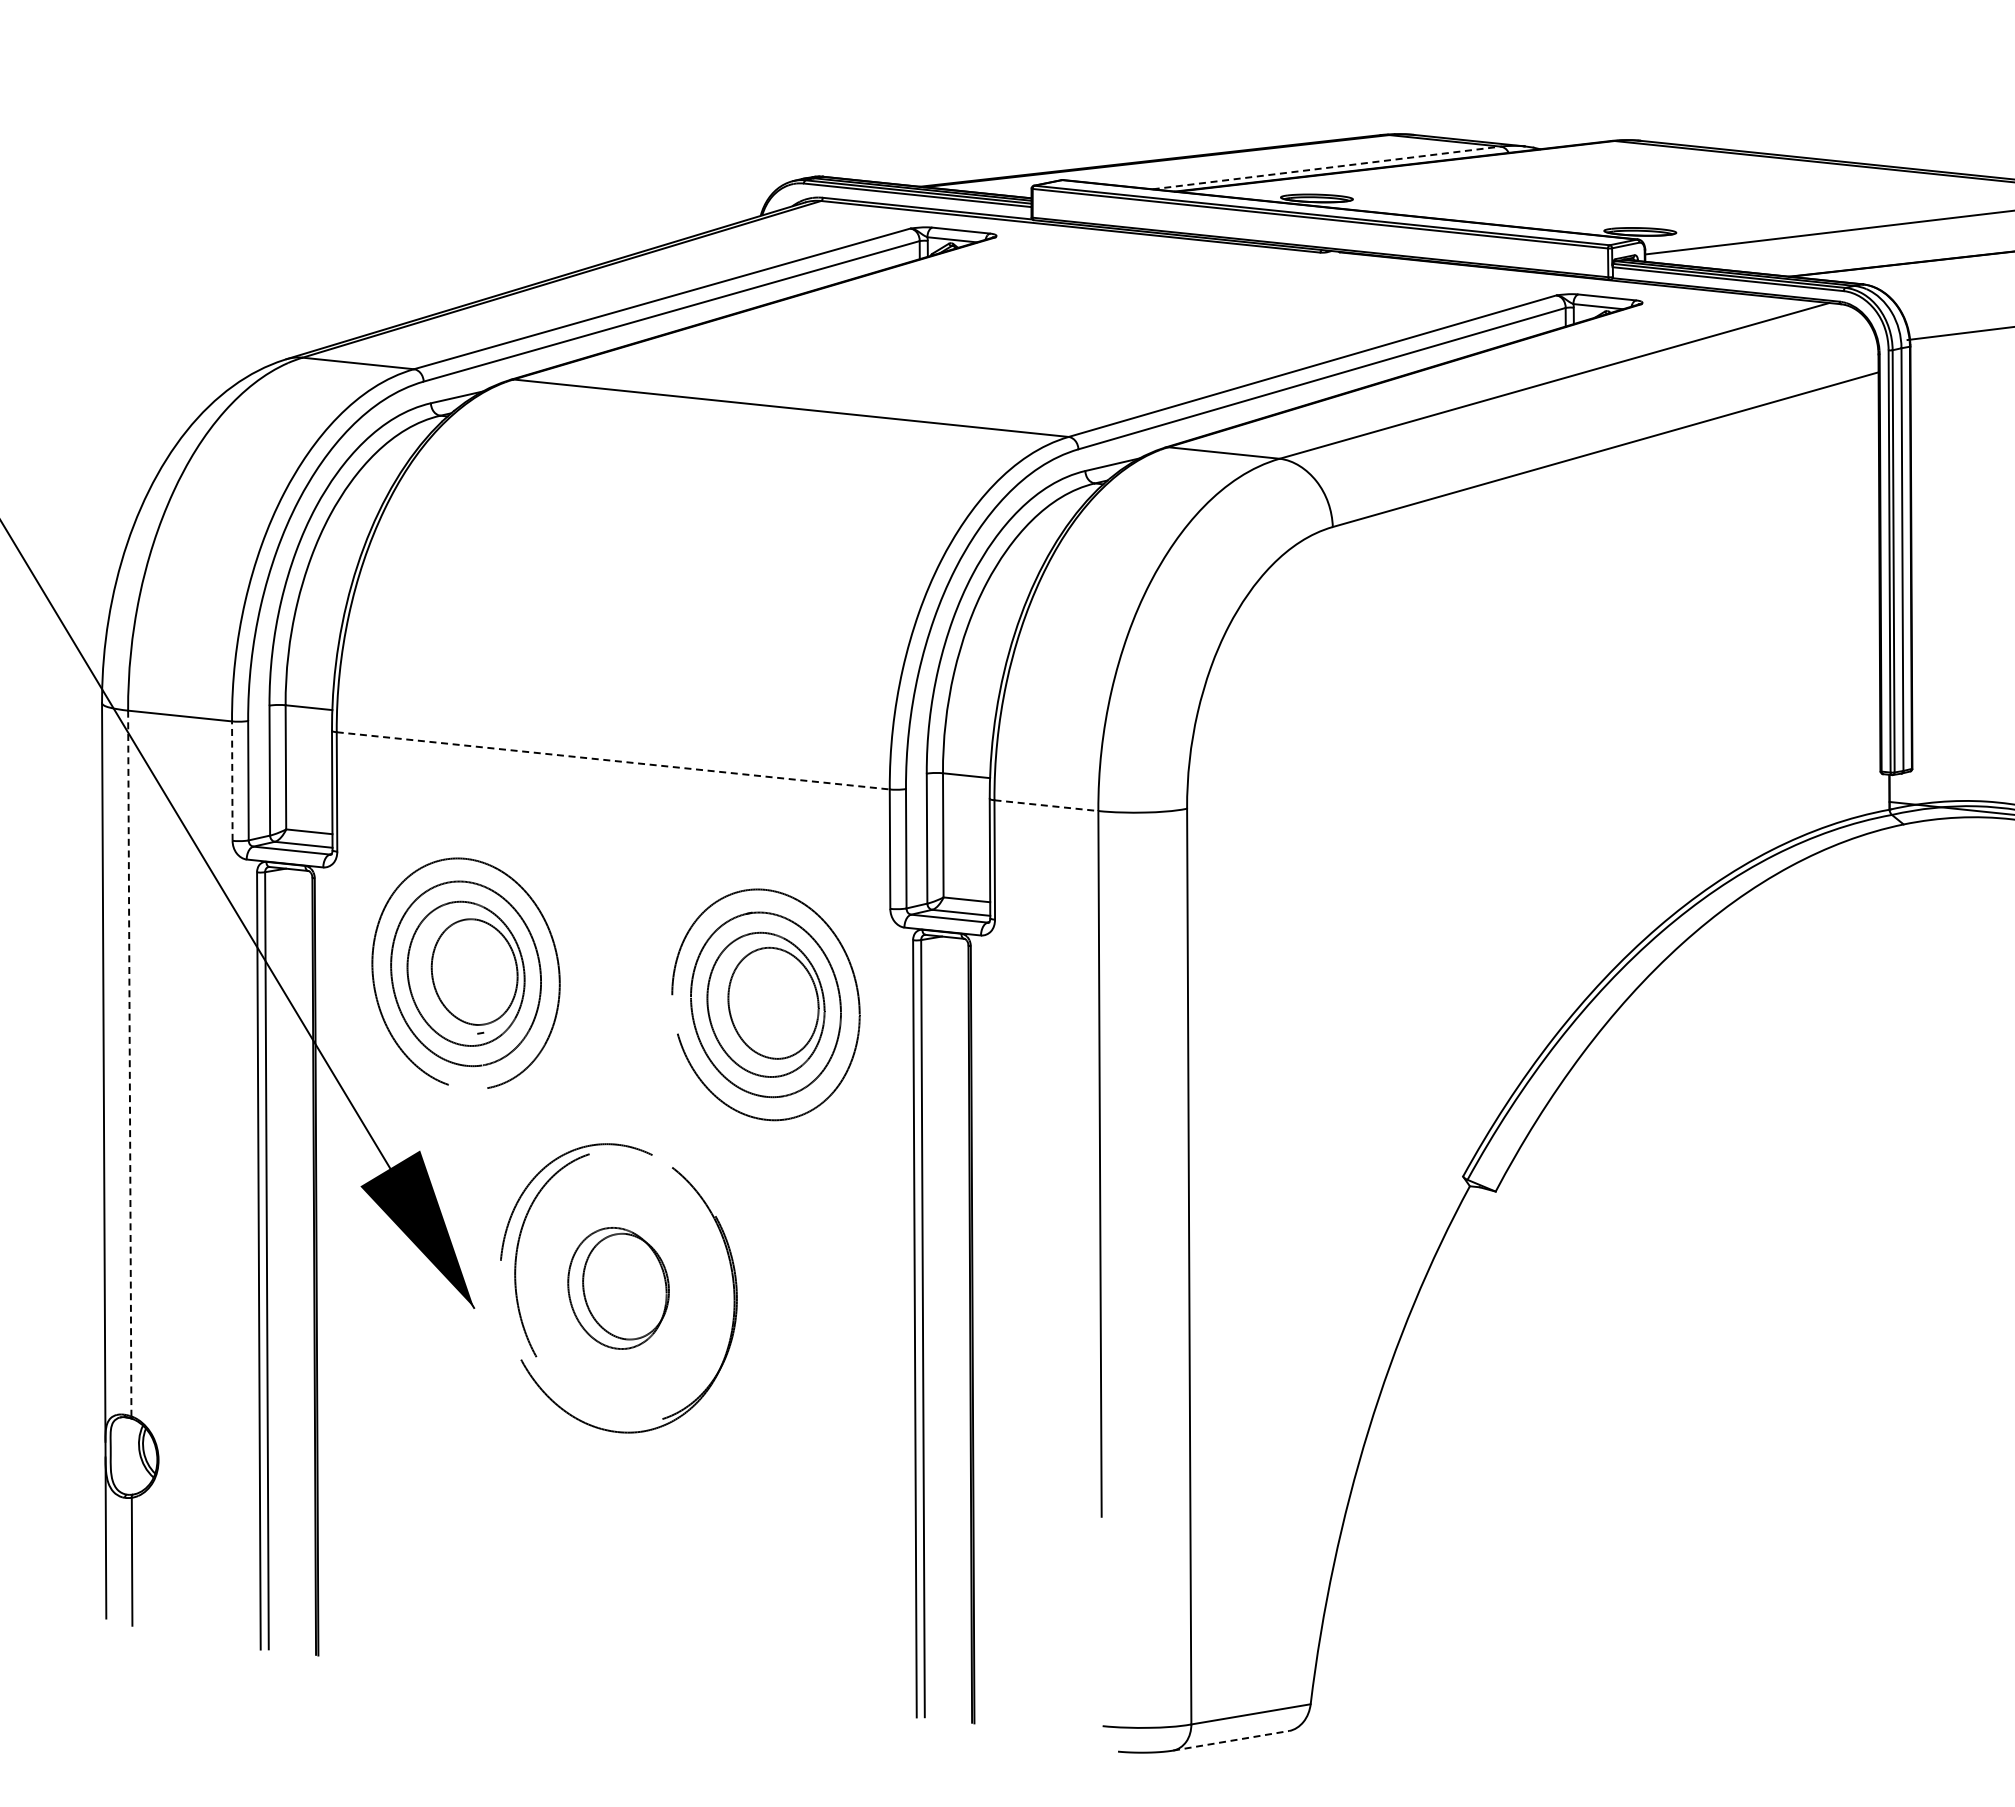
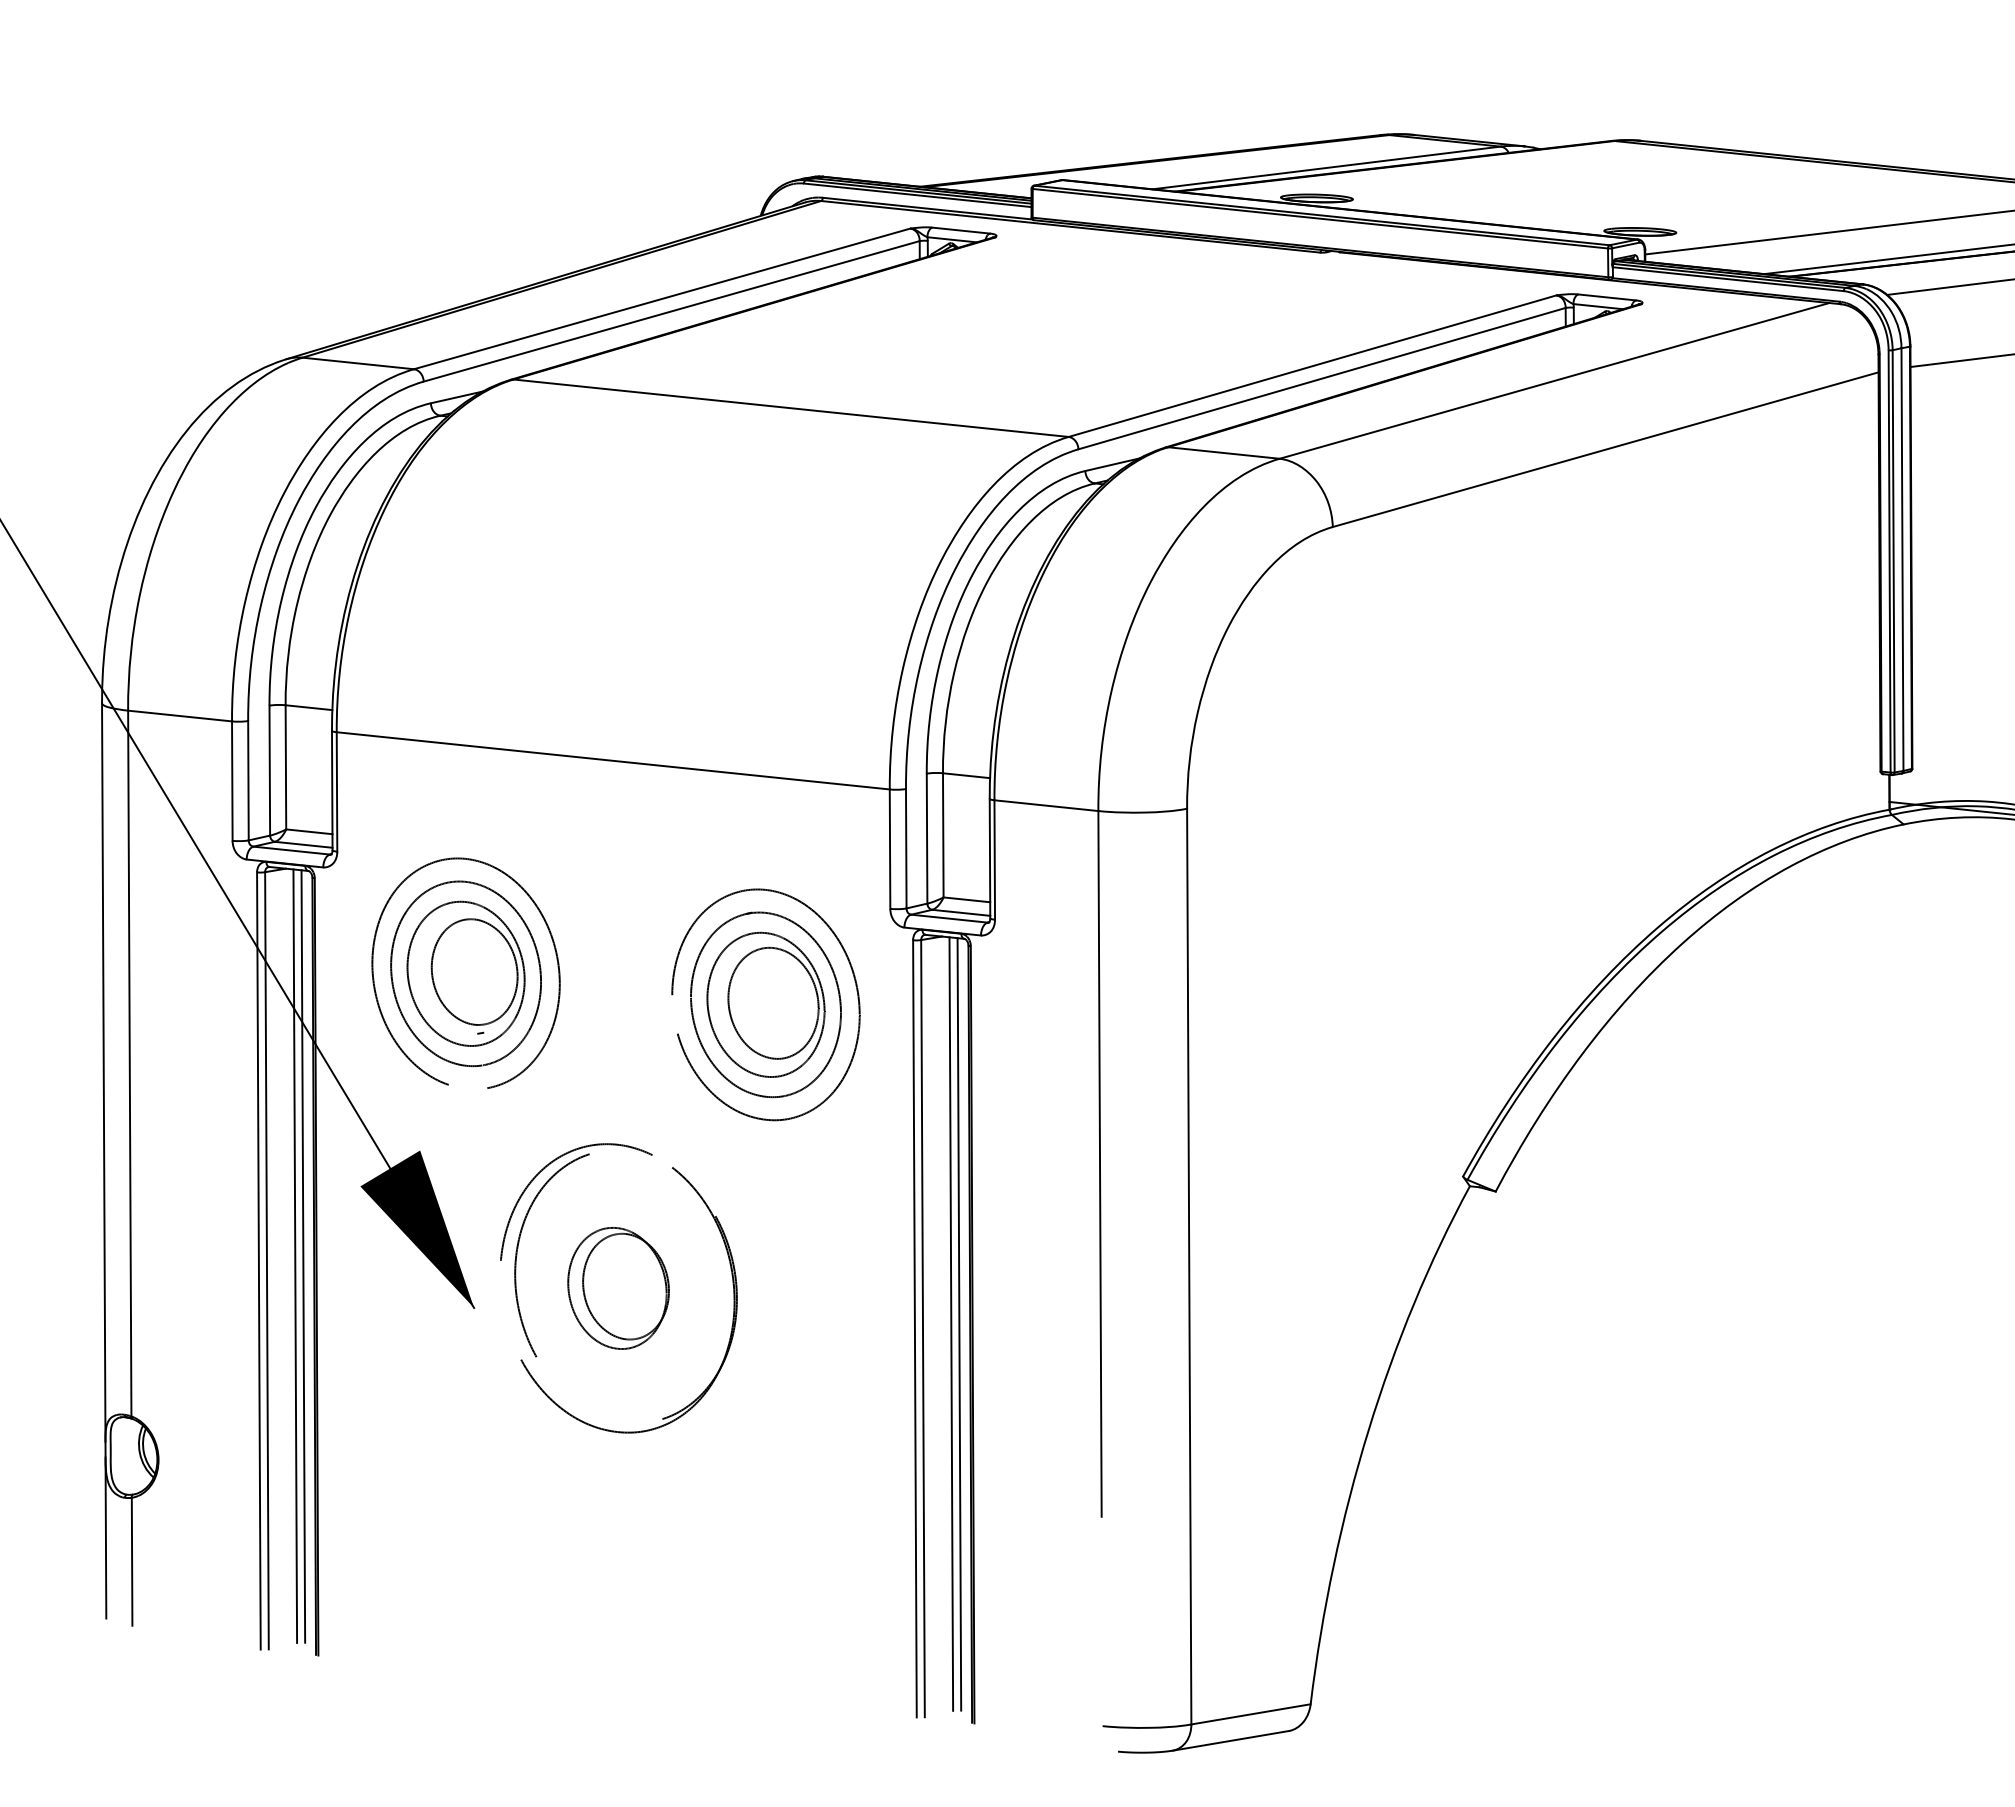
line at (1327, 167): dashed -> solid
line at (1887, 259): none -> present
line at (1949, 286): none -> present
line at (1959, 333) position: (1959, 333) -> (1960, 360)
line at (613, 760): dashed -> solid
line at (232, 781): dashed -> solid
line at (1046, 805): dashed -> solid
line at (129, 1063): dashed -> solid
line at (295, 1255): none -> present
line at (303, 1256): none -> present
line at (951, 1323): none -> present
line at (959, 1324): none -> present
line at (1231, 1740): dashed -> solid
